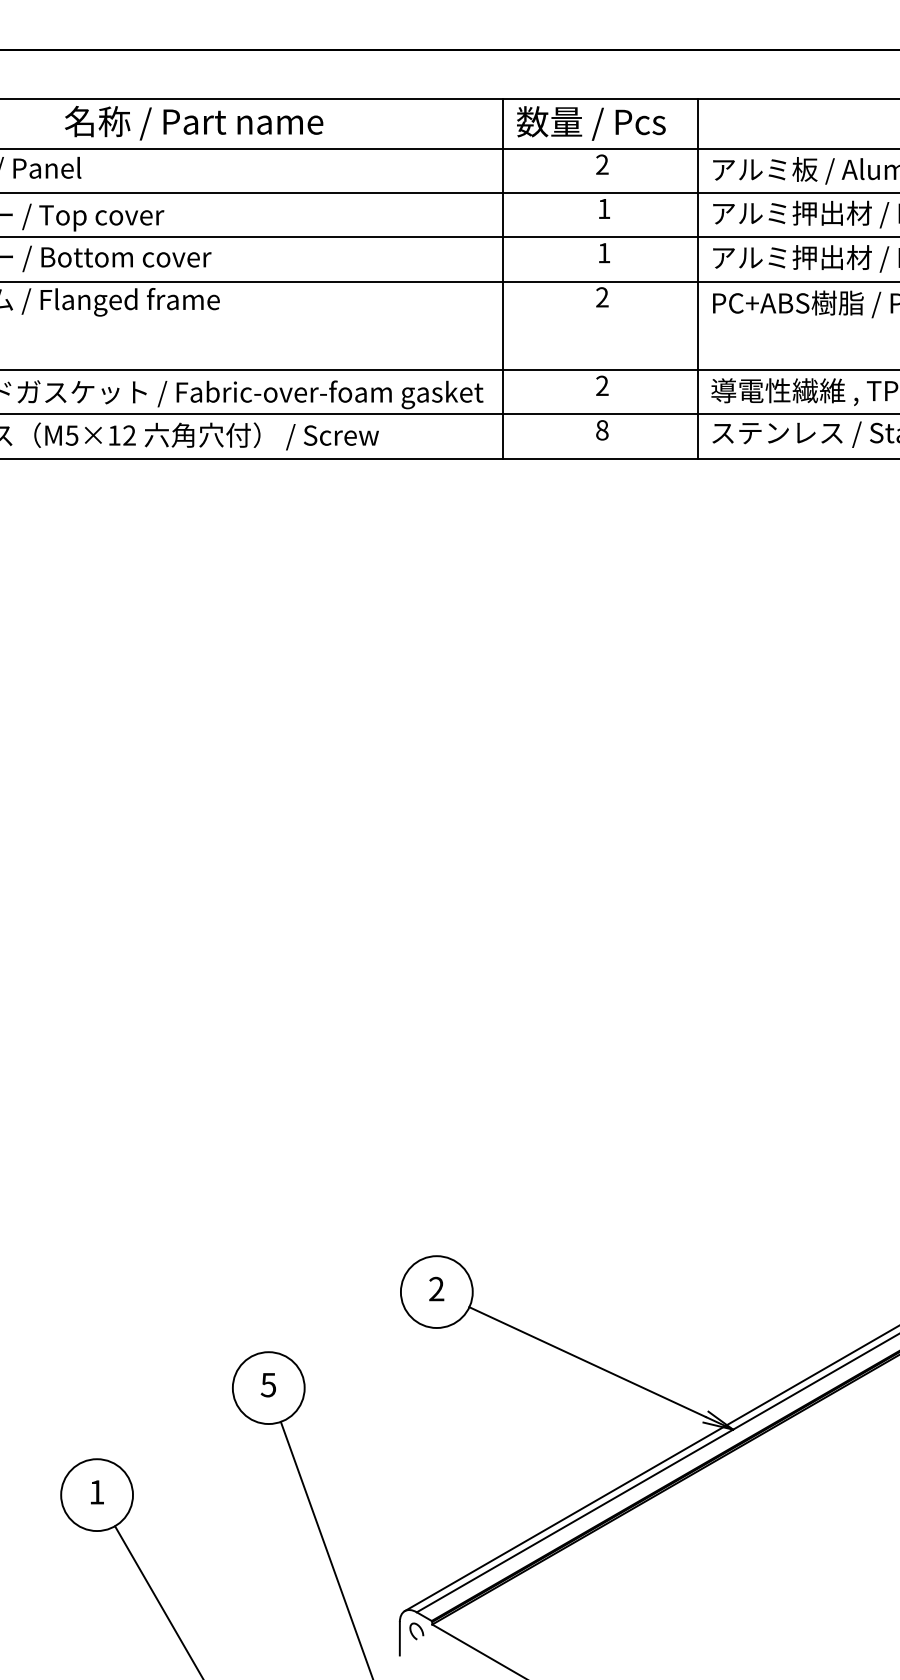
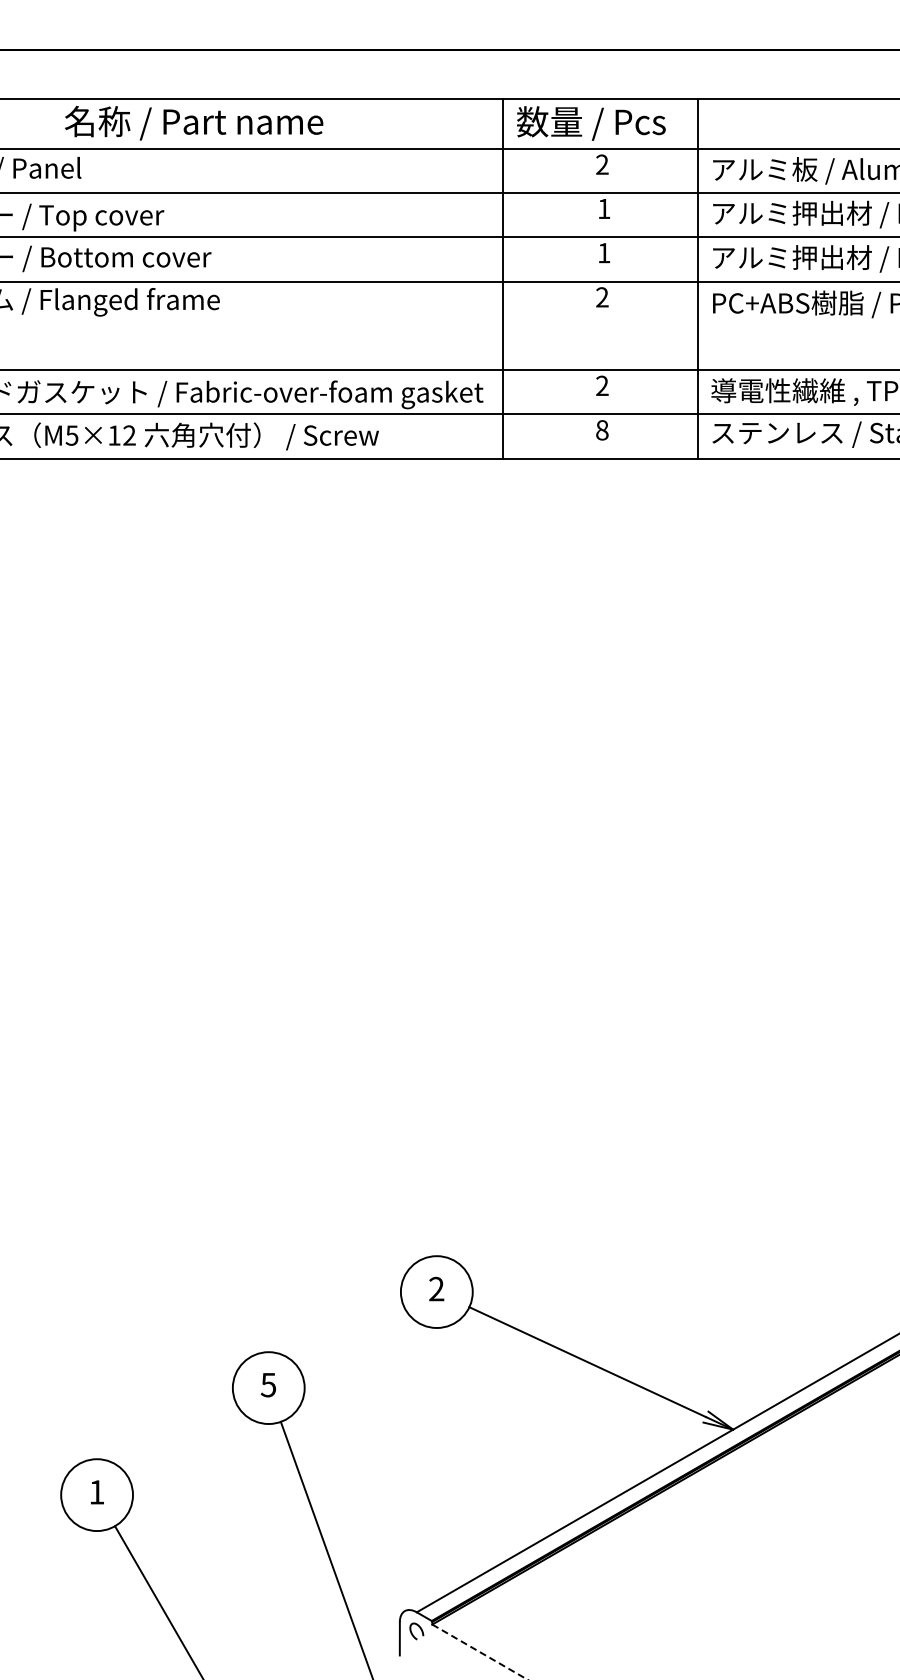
line at (650, 1469): present -> none
line at (479, 1652): solid -> dashed
